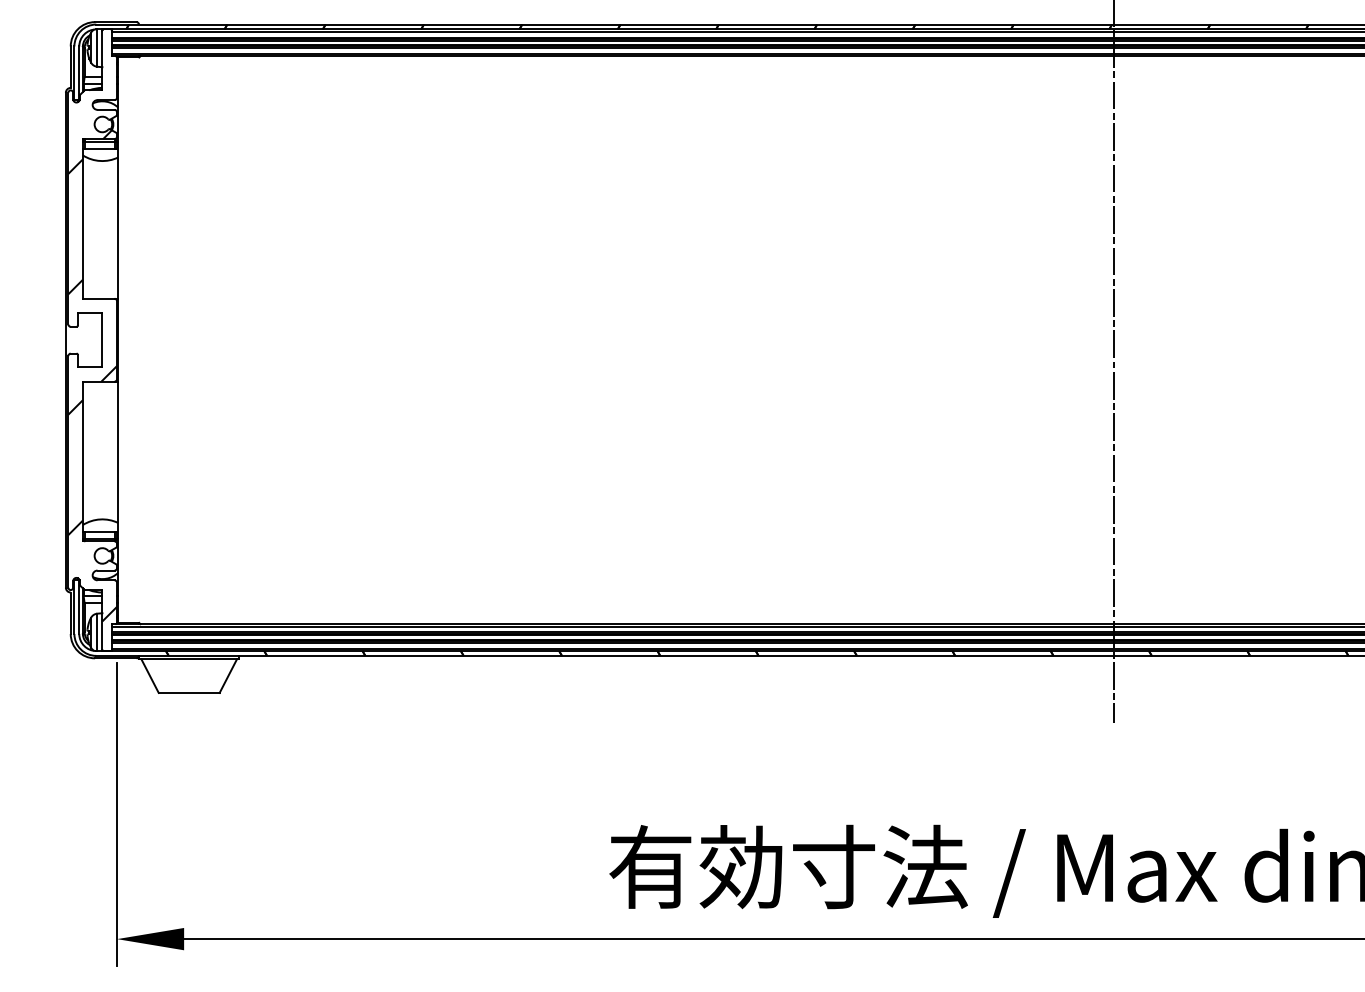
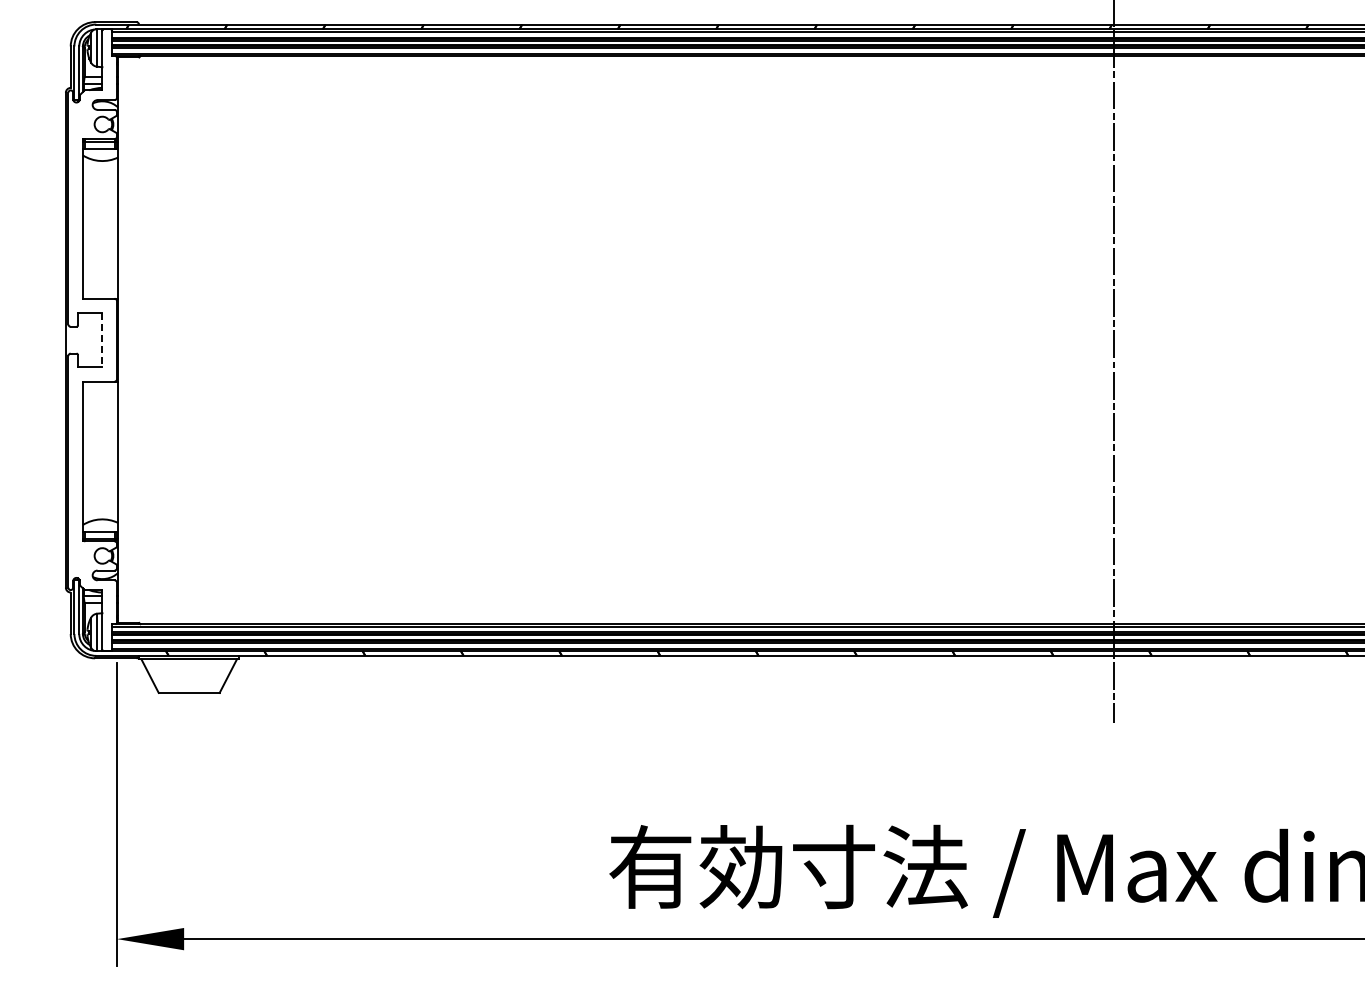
line at (102, 340): solid -> dashed
hatch at (92, 375): present -> none
